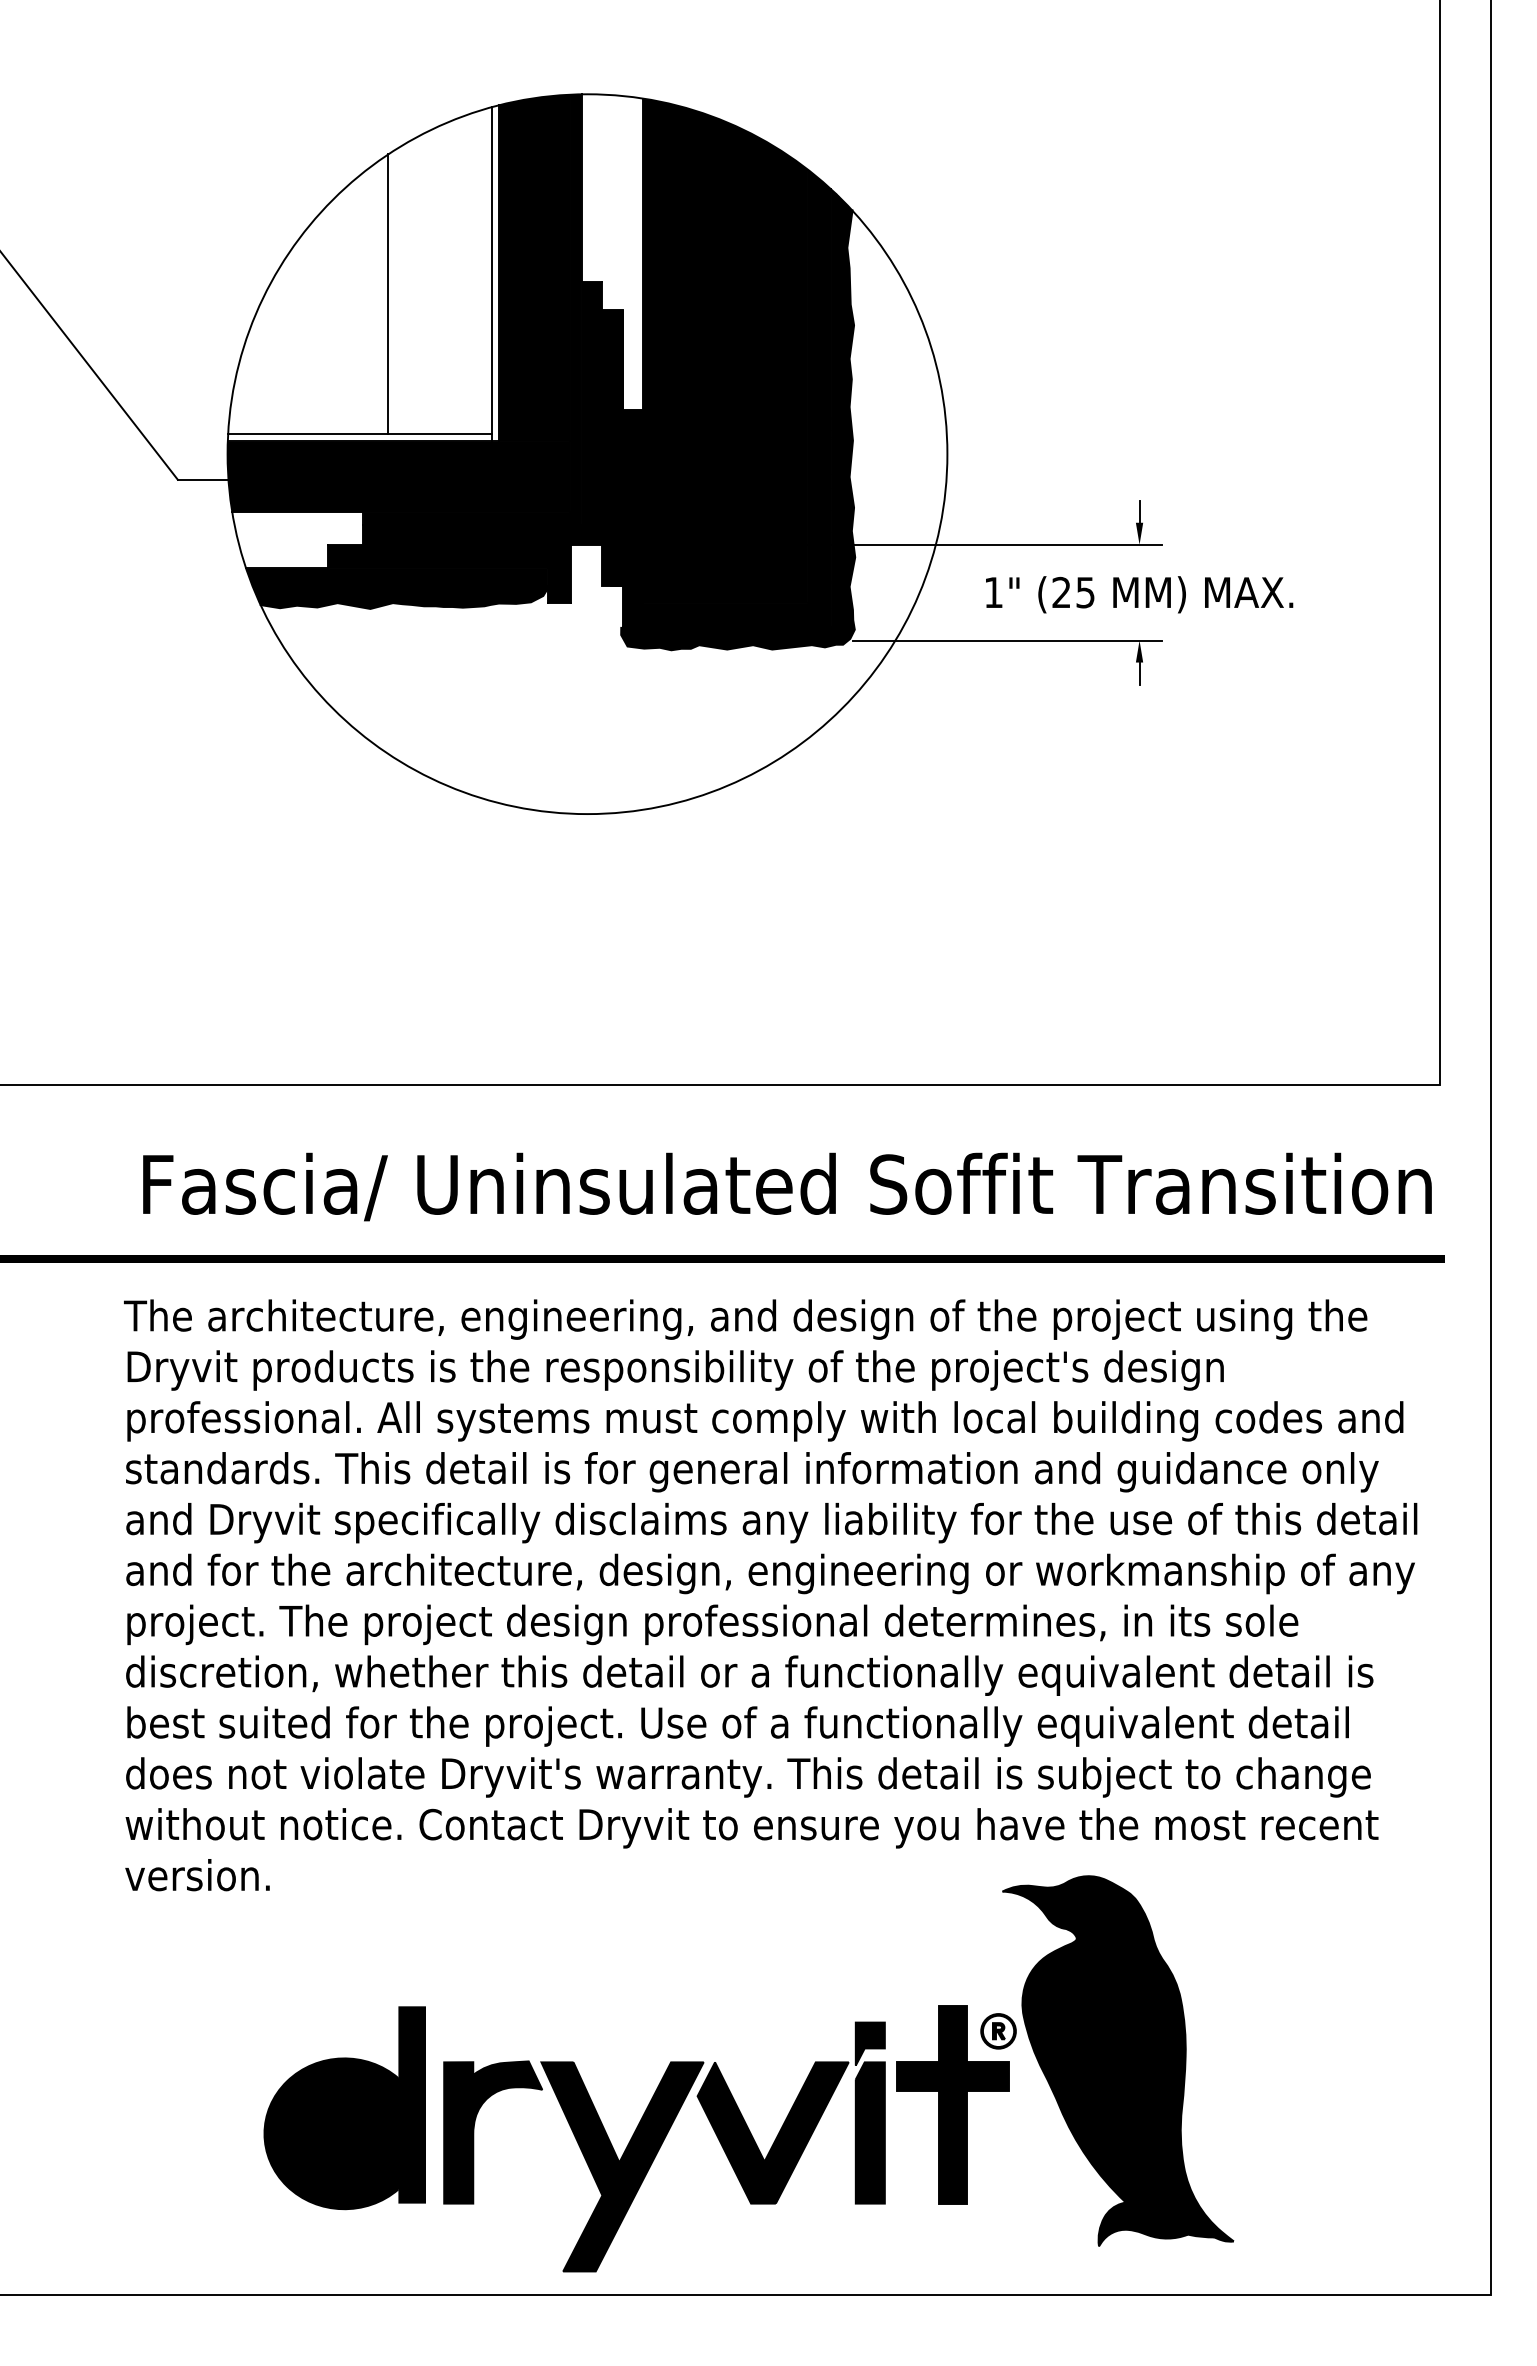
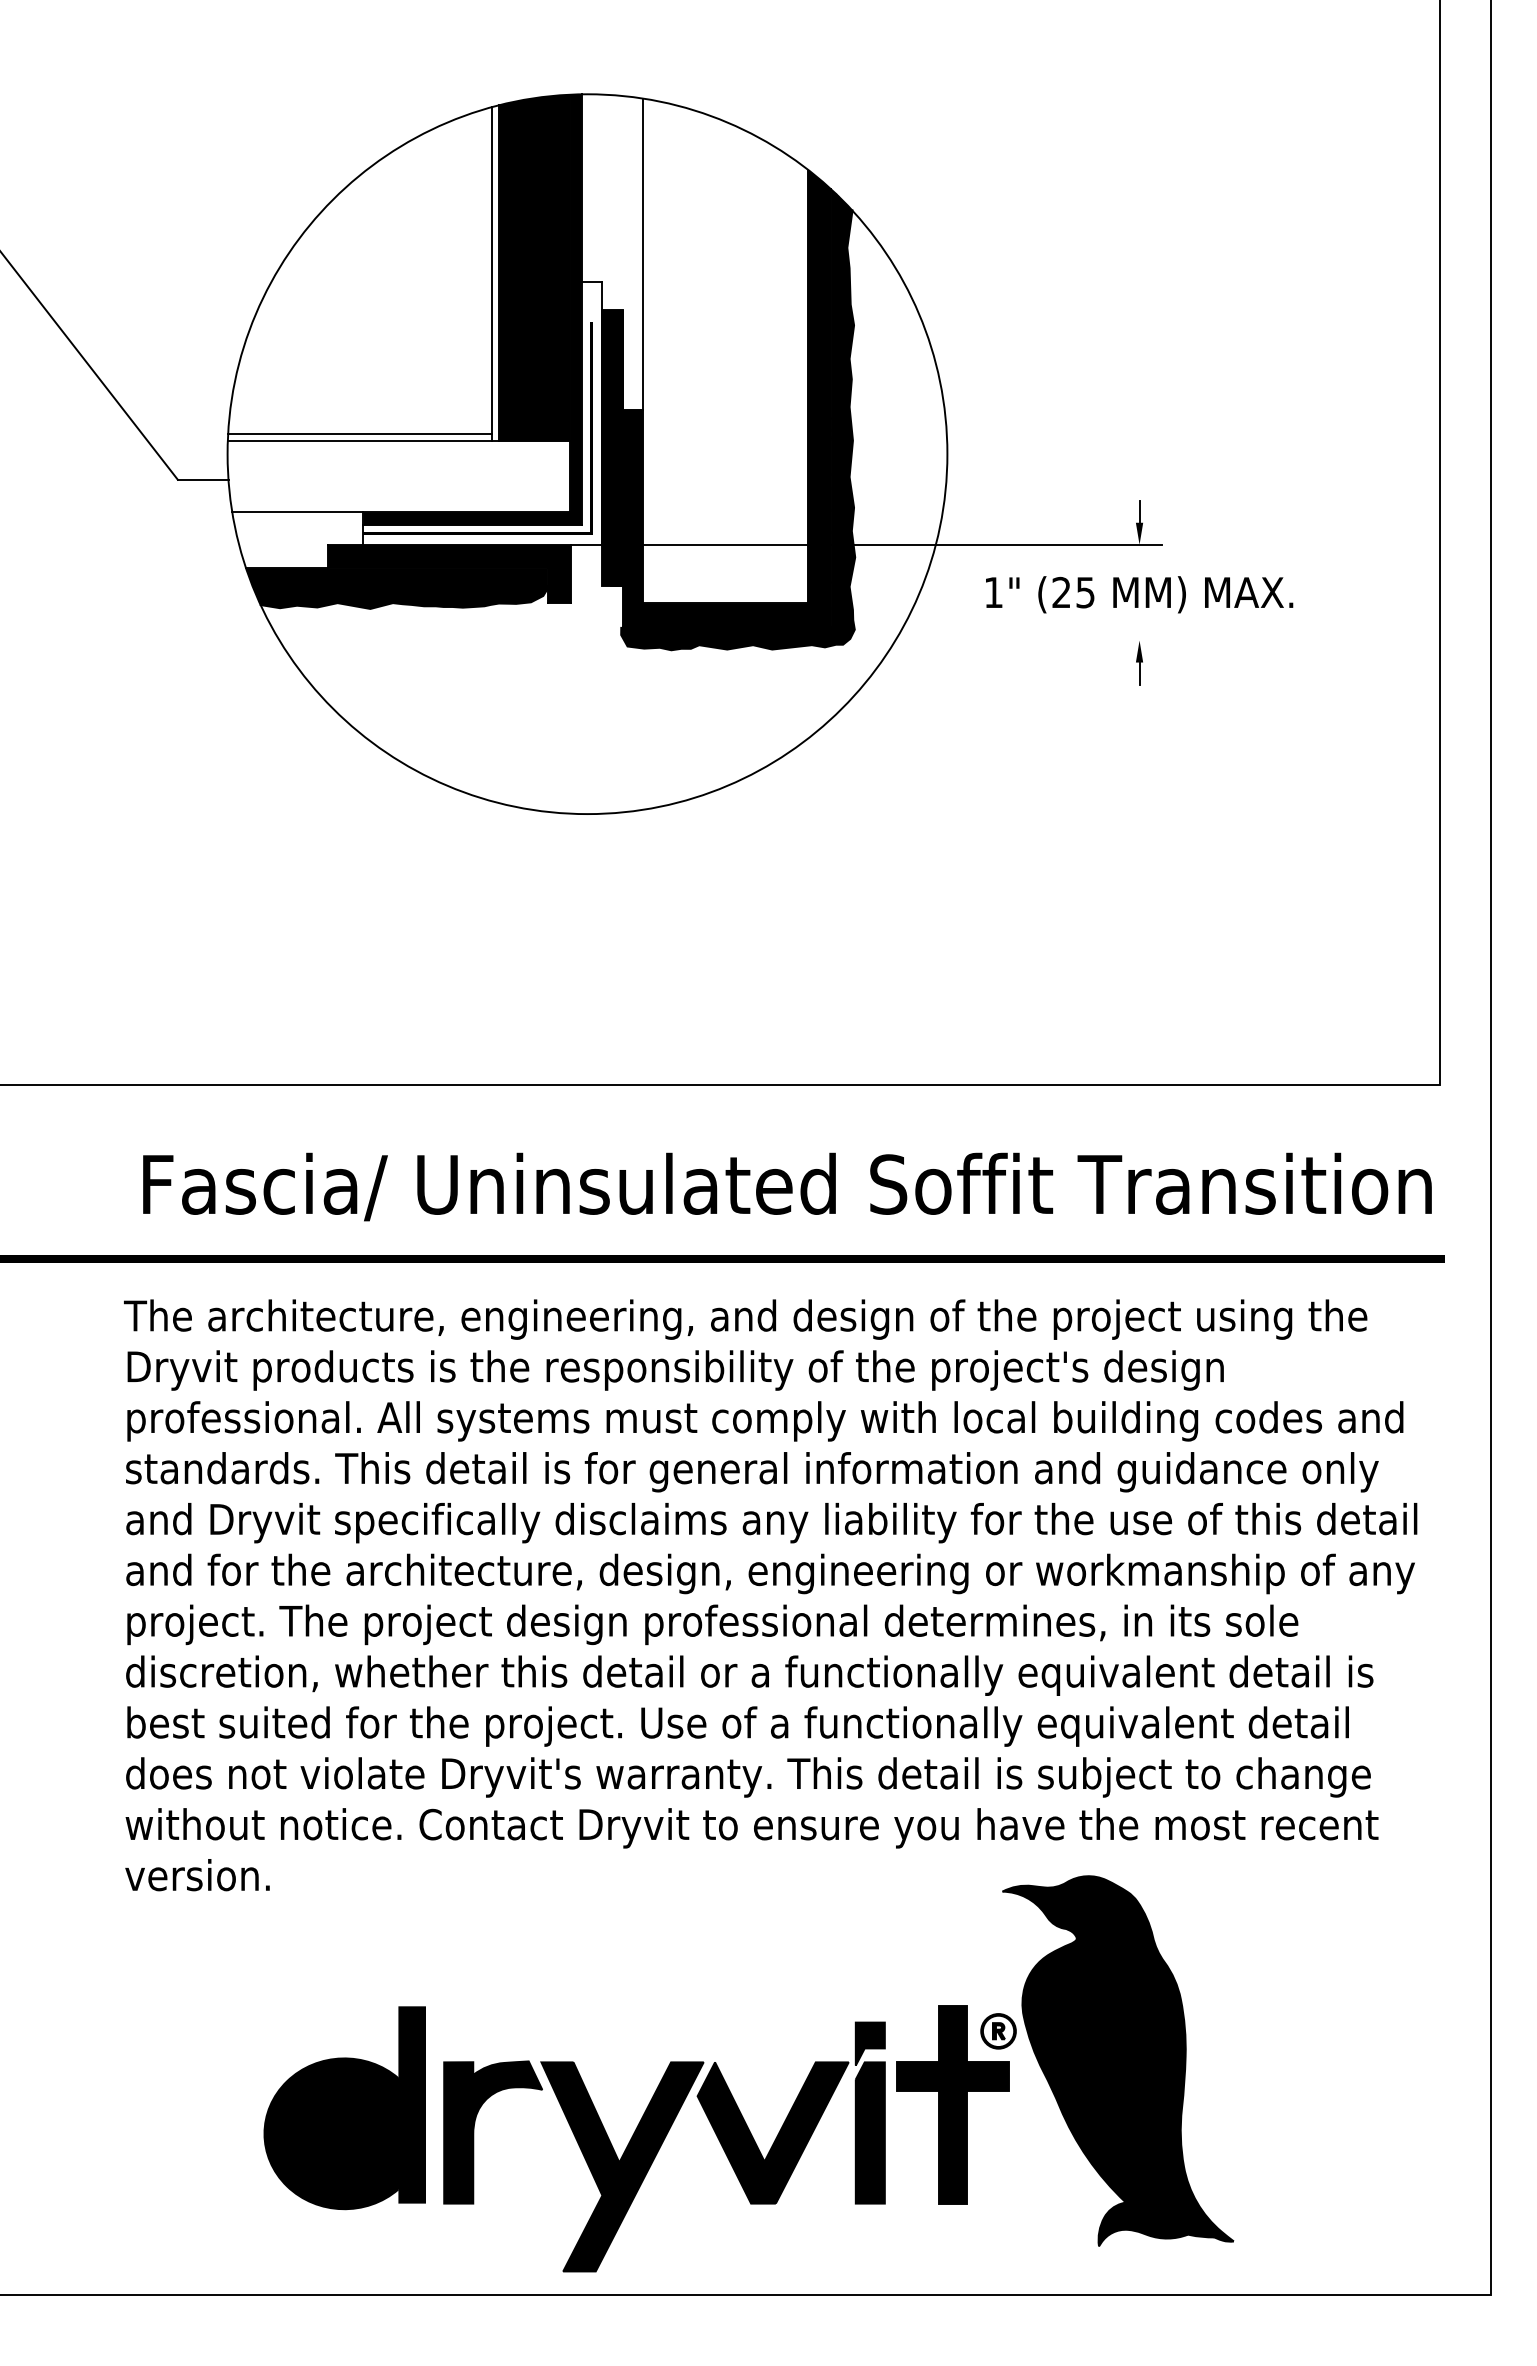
line at (388, 294): present -> none
fill at (725, 350): present -> none
fill at (482, 413): present -> none
fill at (398, 476): present -> none
line at (1007, 640): present -> none
